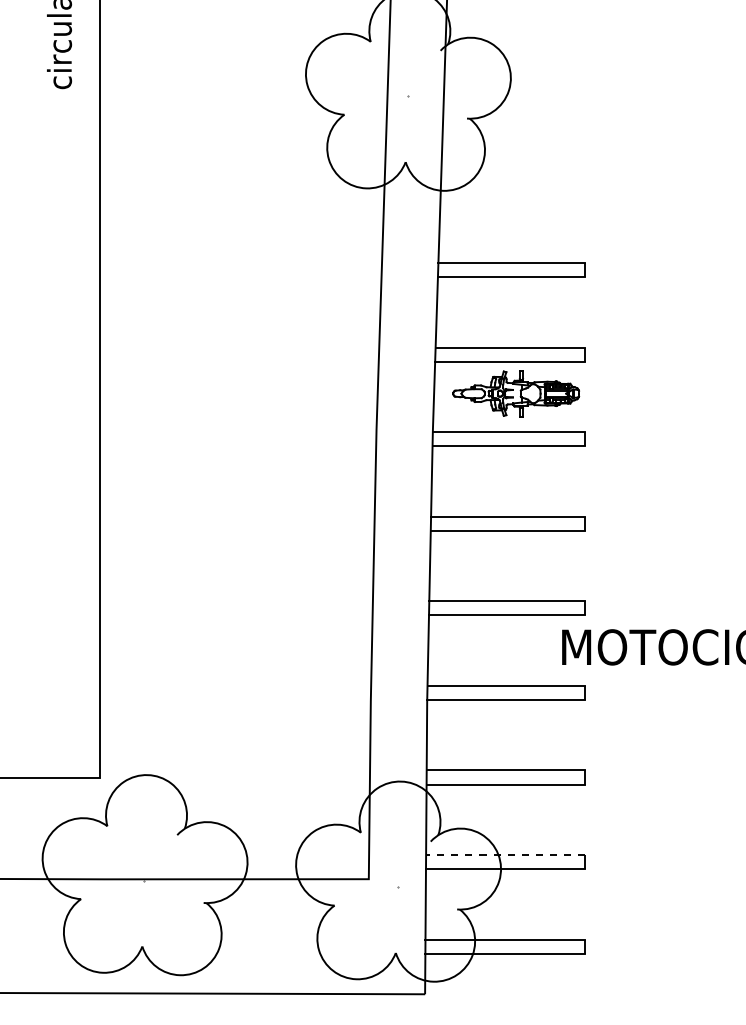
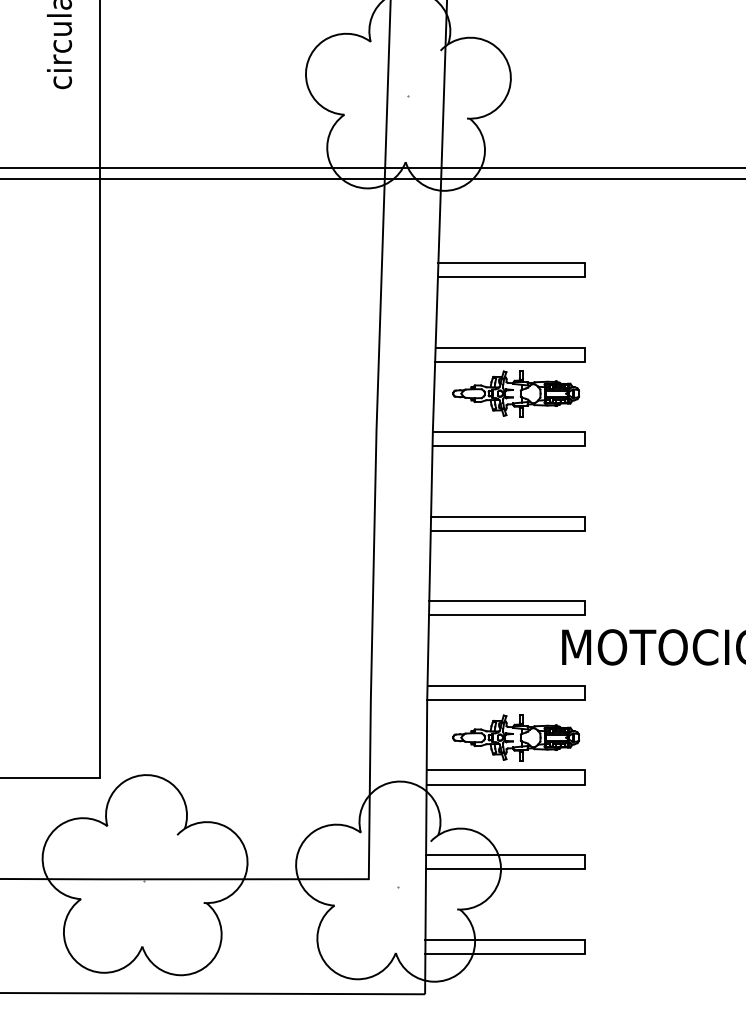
line at (372, 168): none -> present
line at (372, 178): none -> present
part at (516, 737): none -> present
line at (505, 855): dashed -> solid
